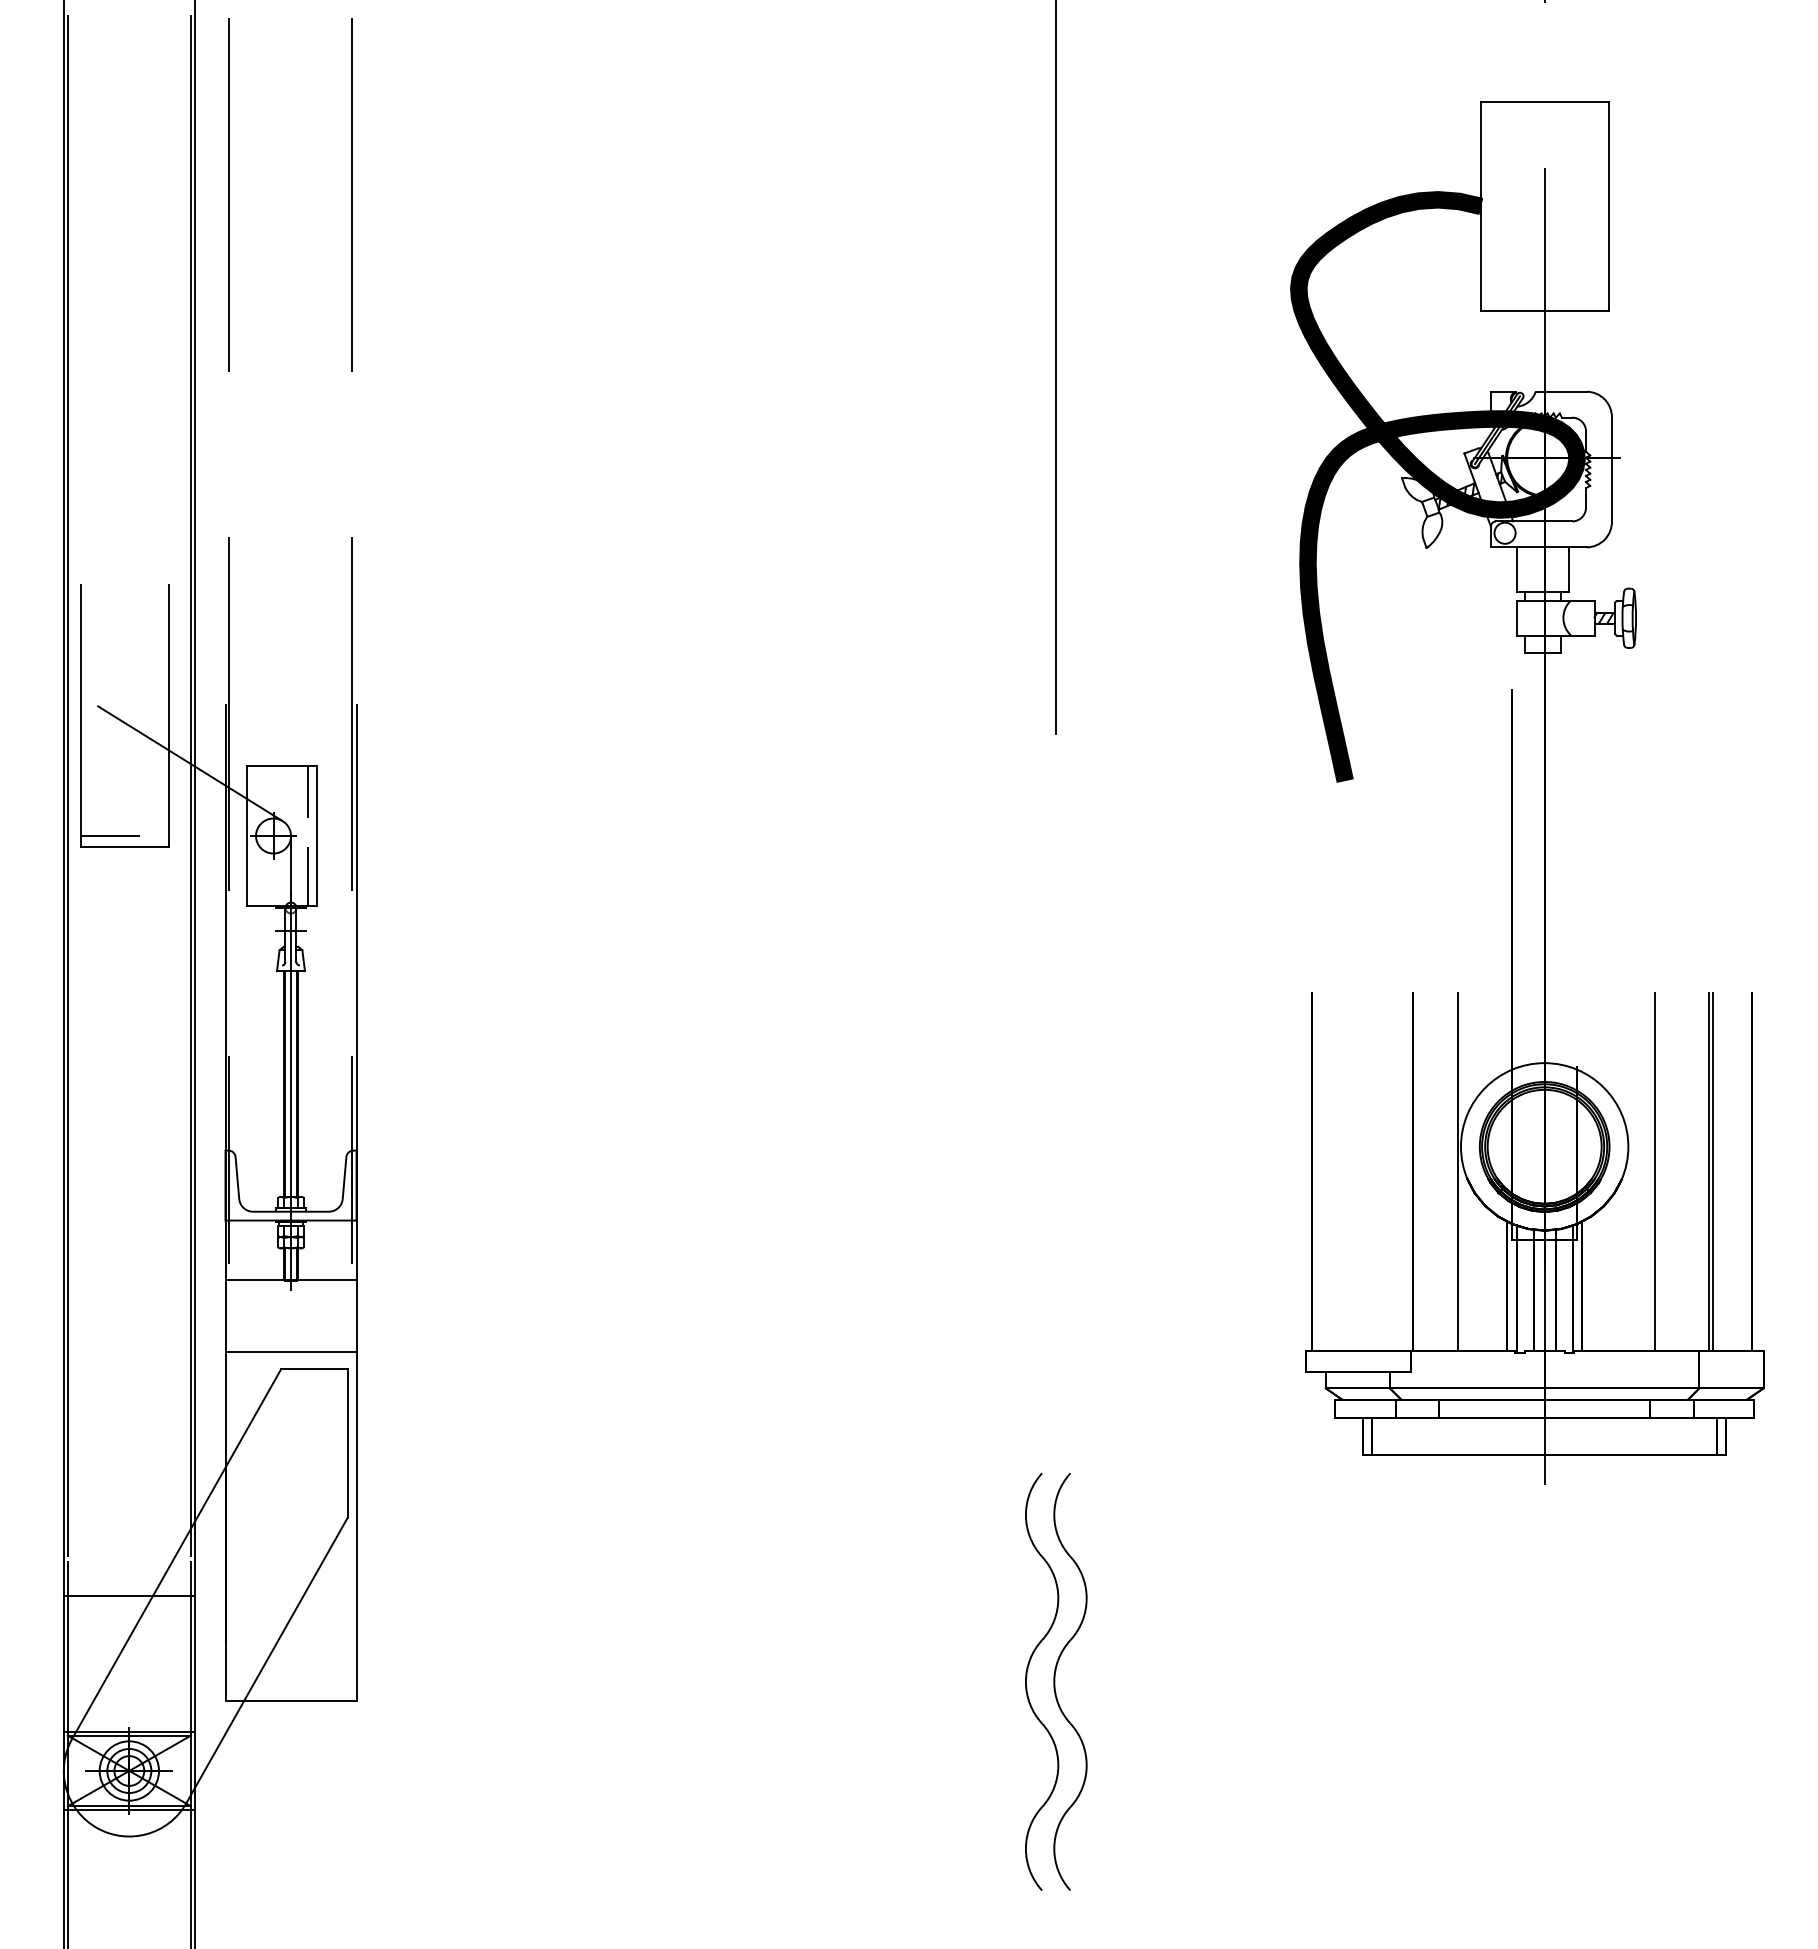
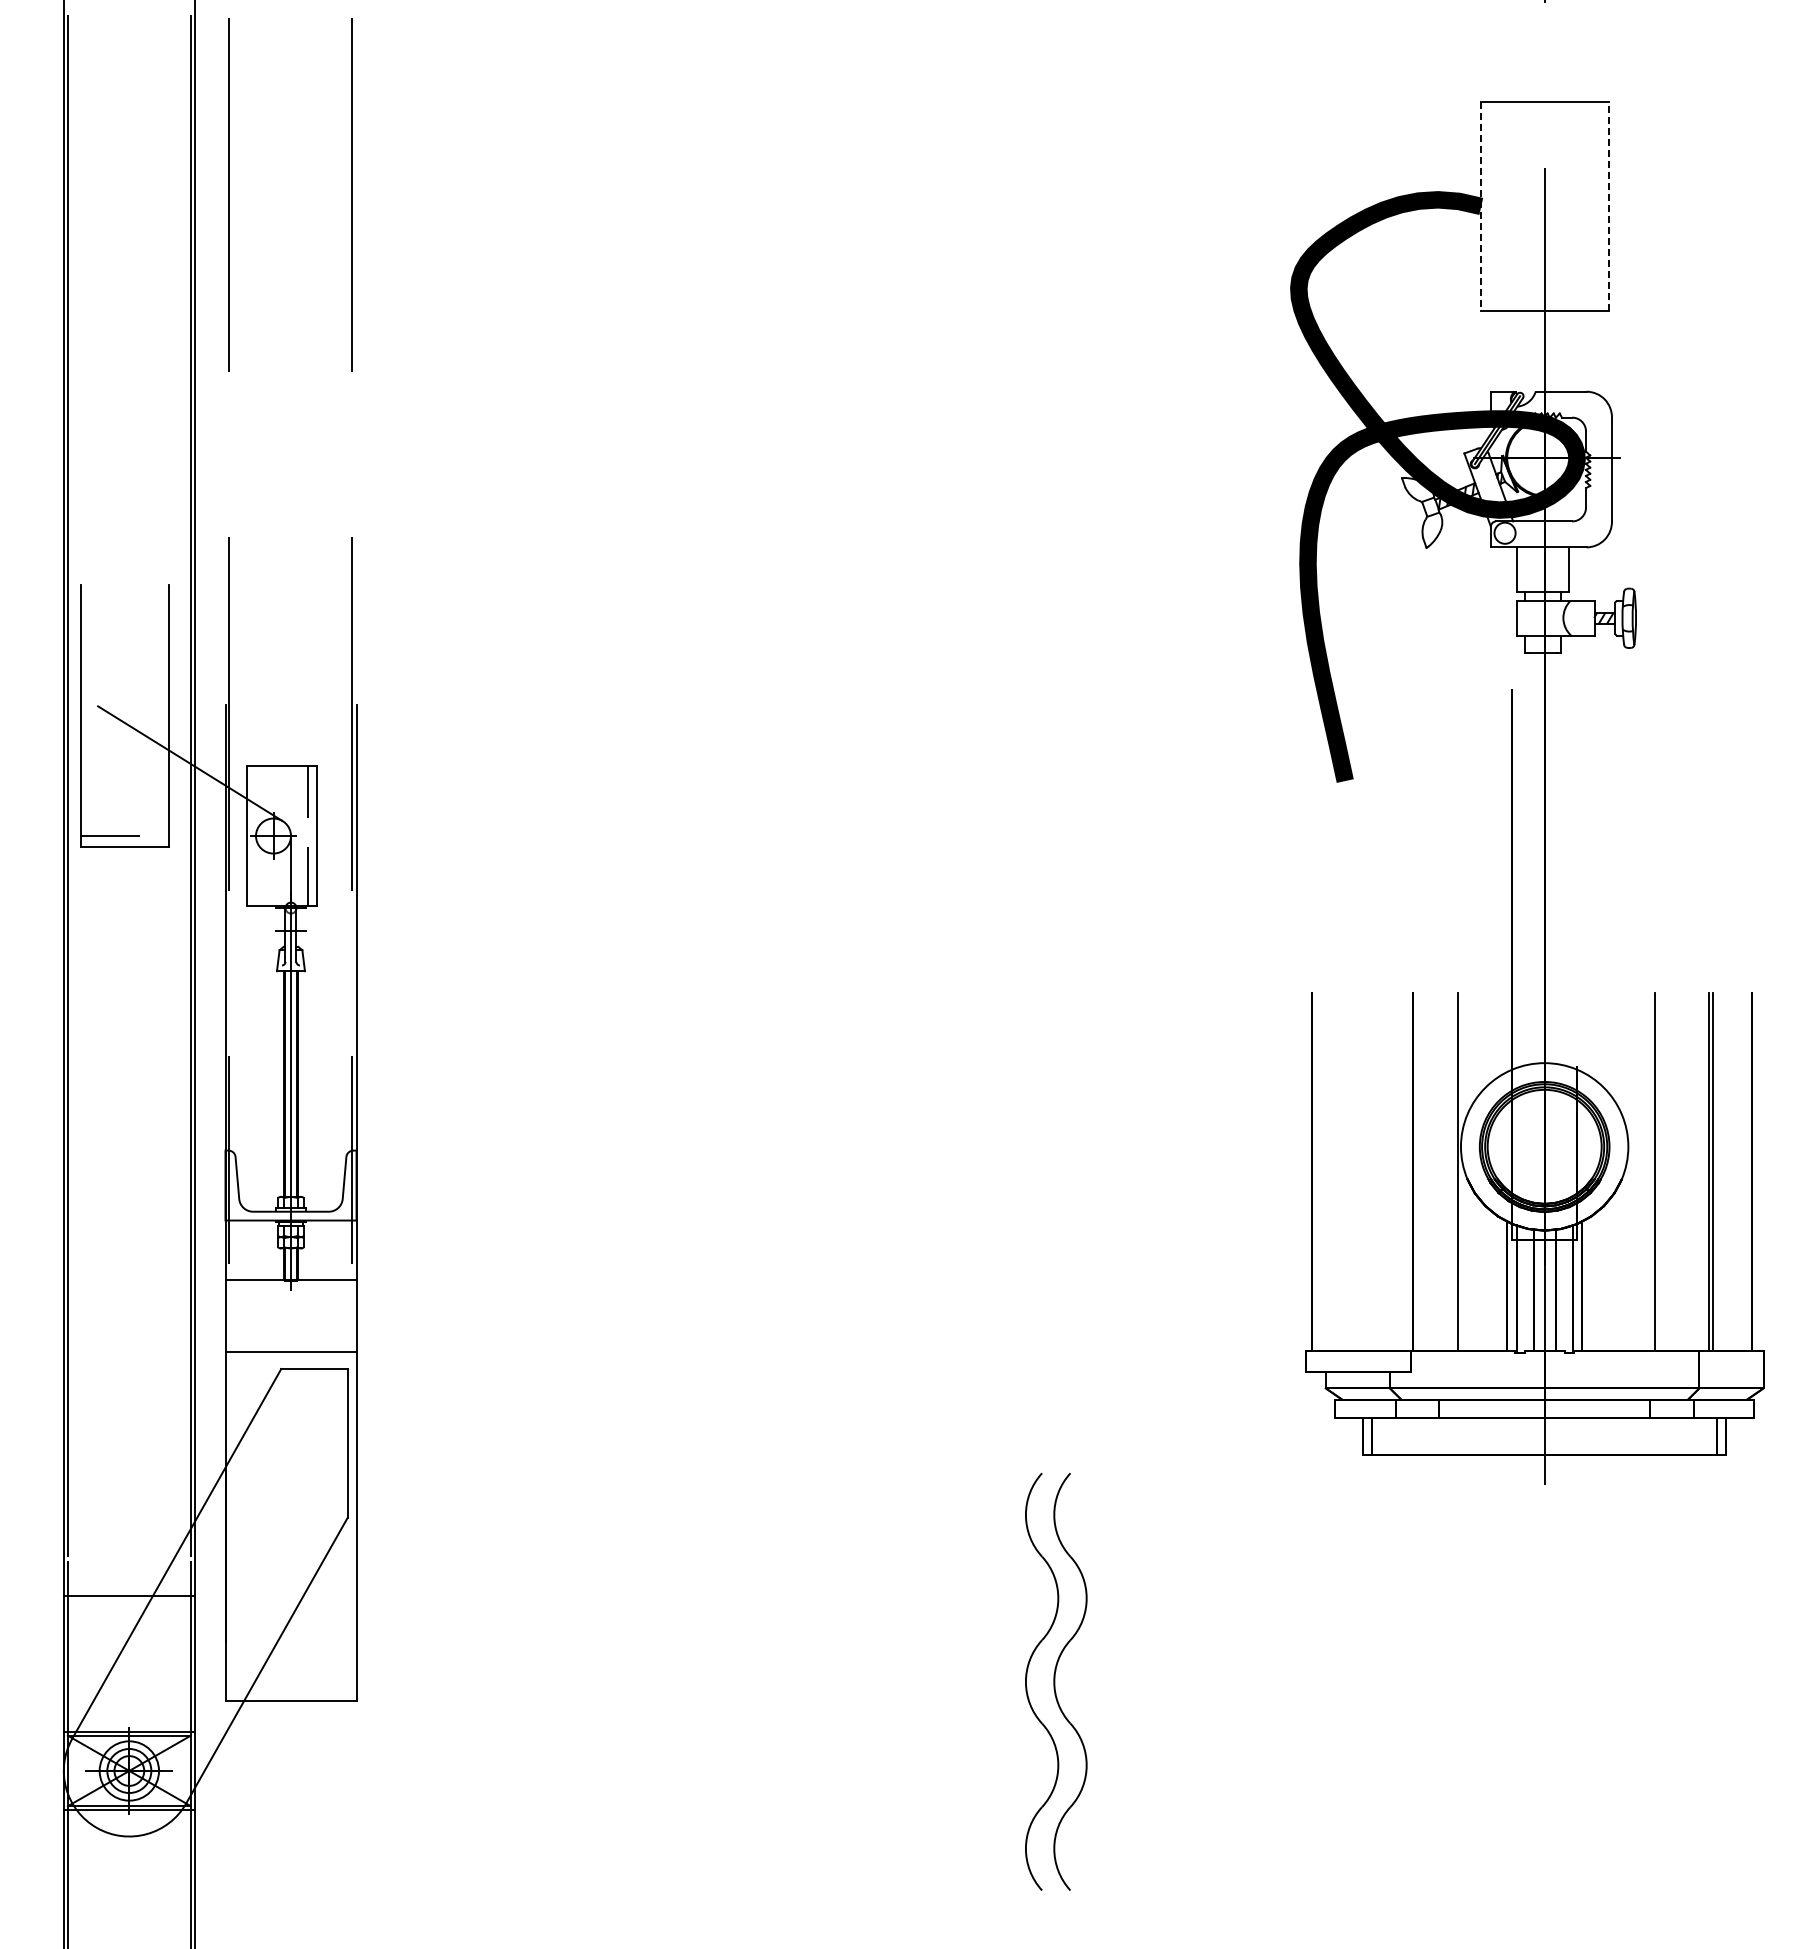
line at (1481, 206): solid -> dashed
line at (1608, 206): solid -> dashed
line at (1056, 368): present -> none
